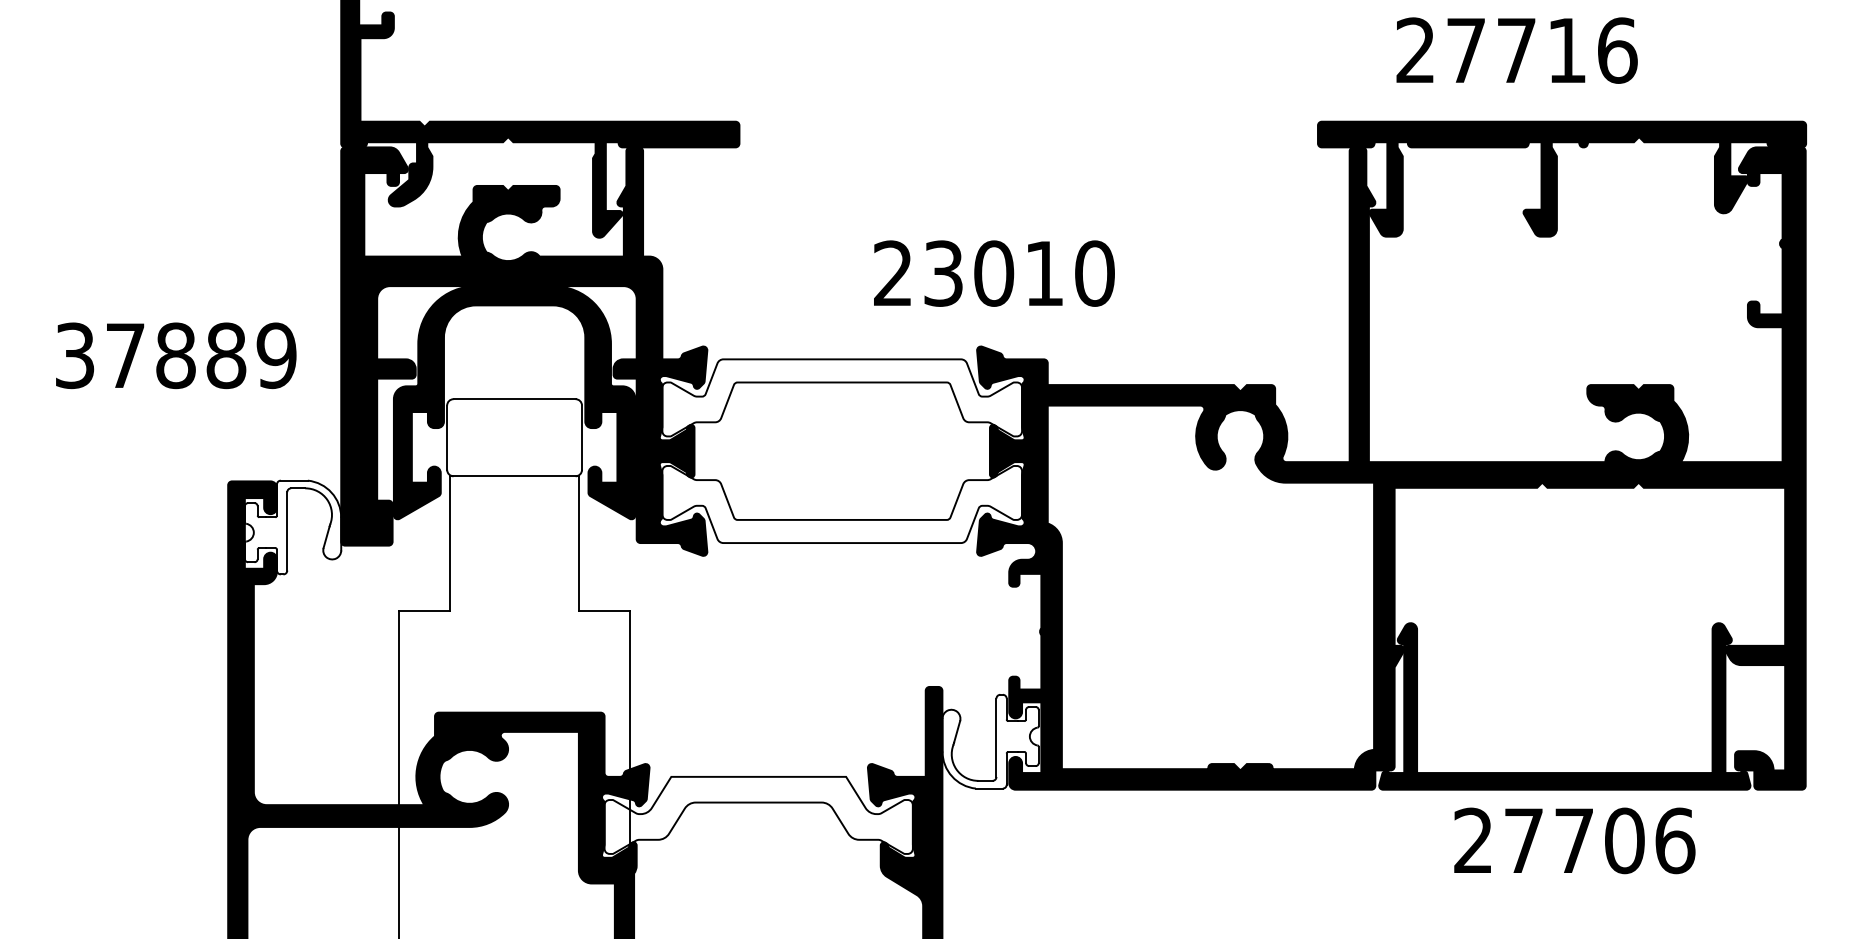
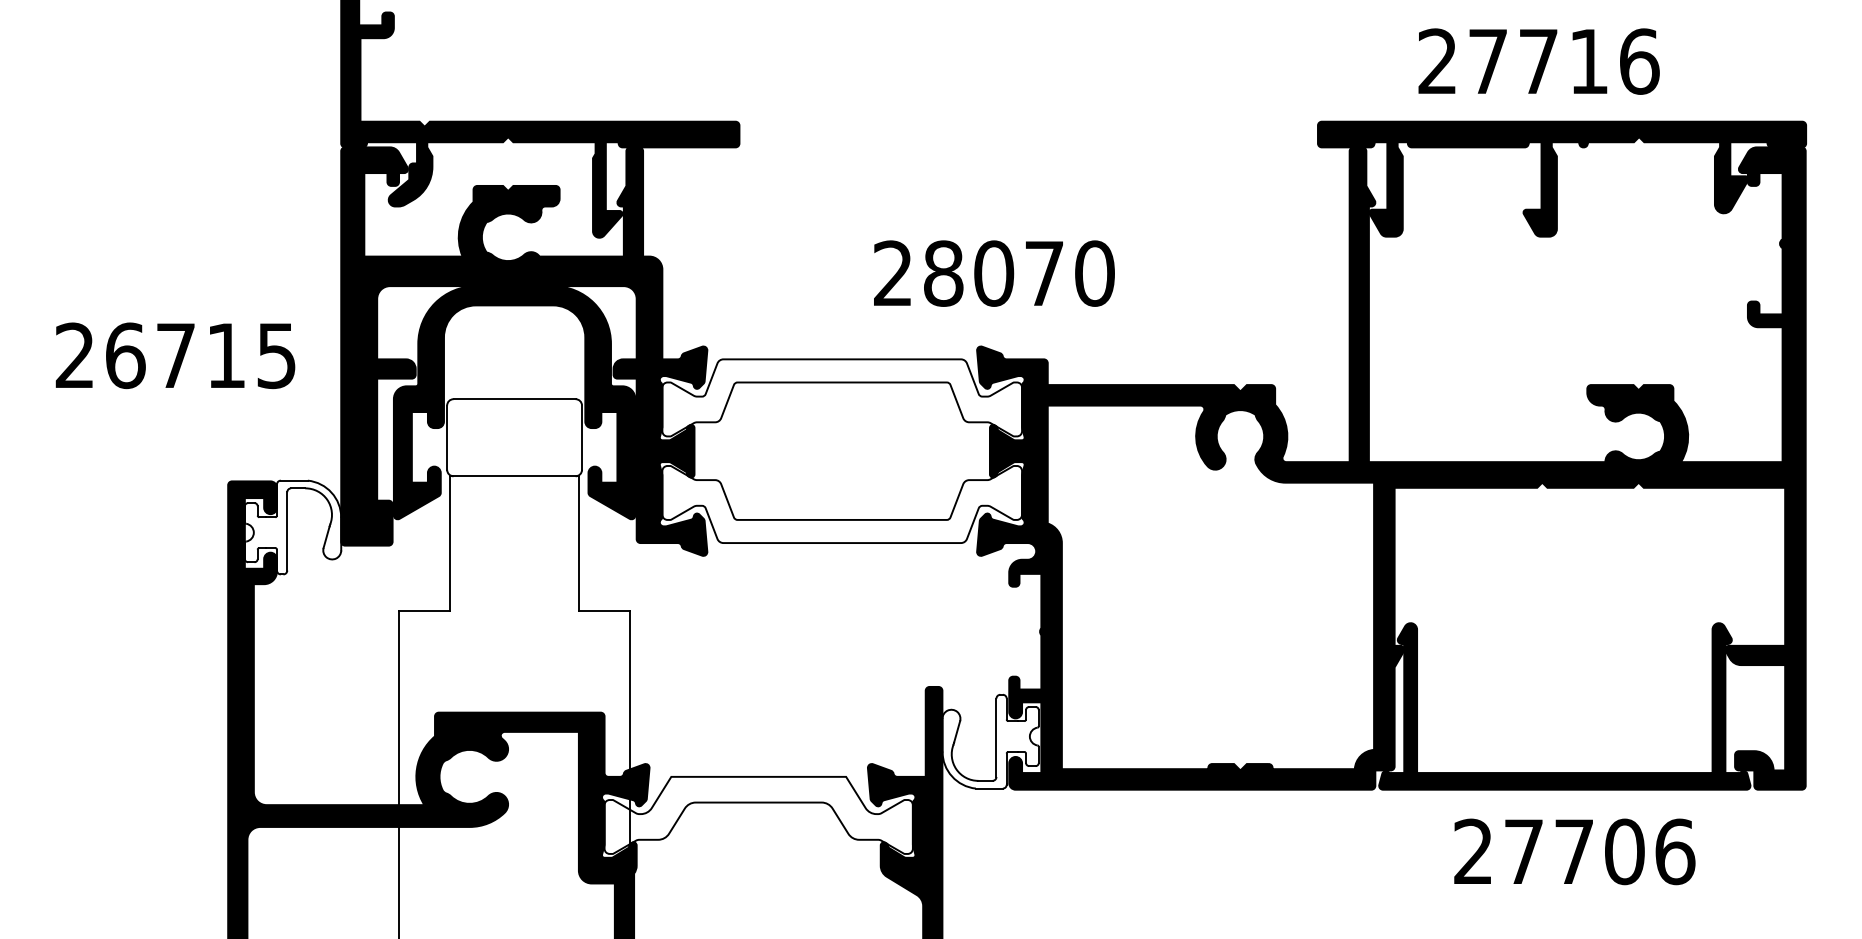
text at (1516, 50) position: (1516, 50) -> (1538, 61)
text at (993, 273): 23010 -> 28070
text at (175, 355): 37889 -> 26715
text at (1574, 840) position: (1574, 840) -> (1574, 851)
